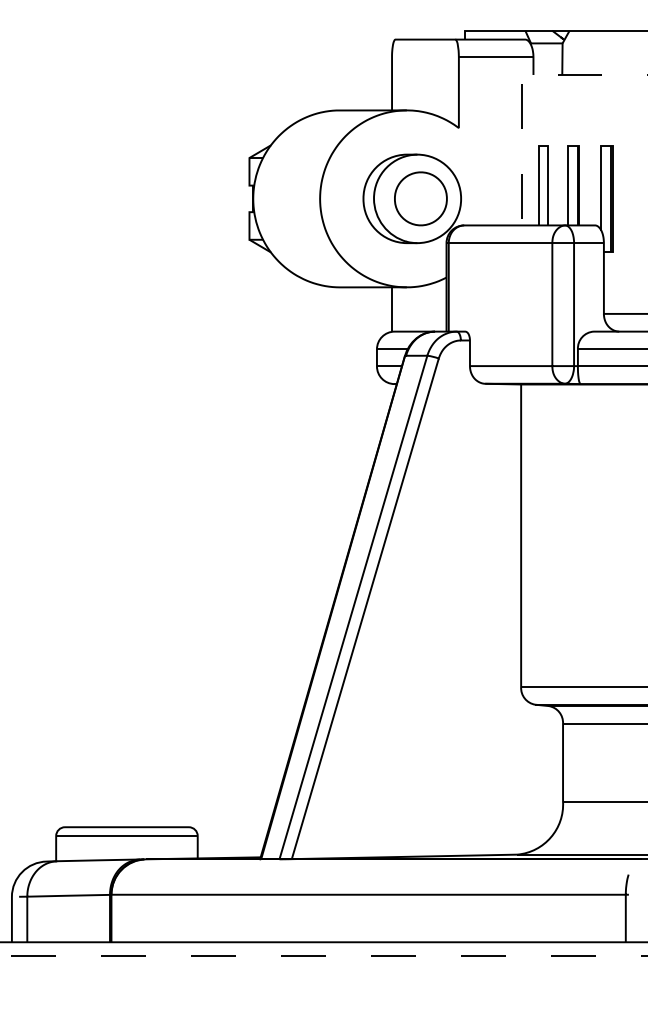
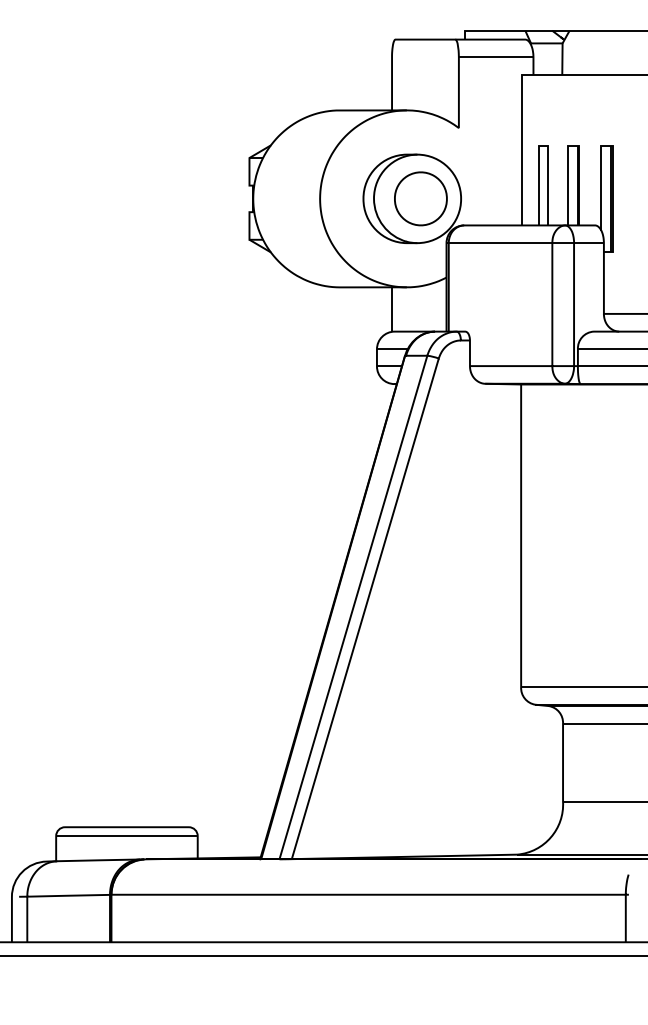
line at (521, 86): dashed -> solid
line at (323, 956): dashed -> solid
